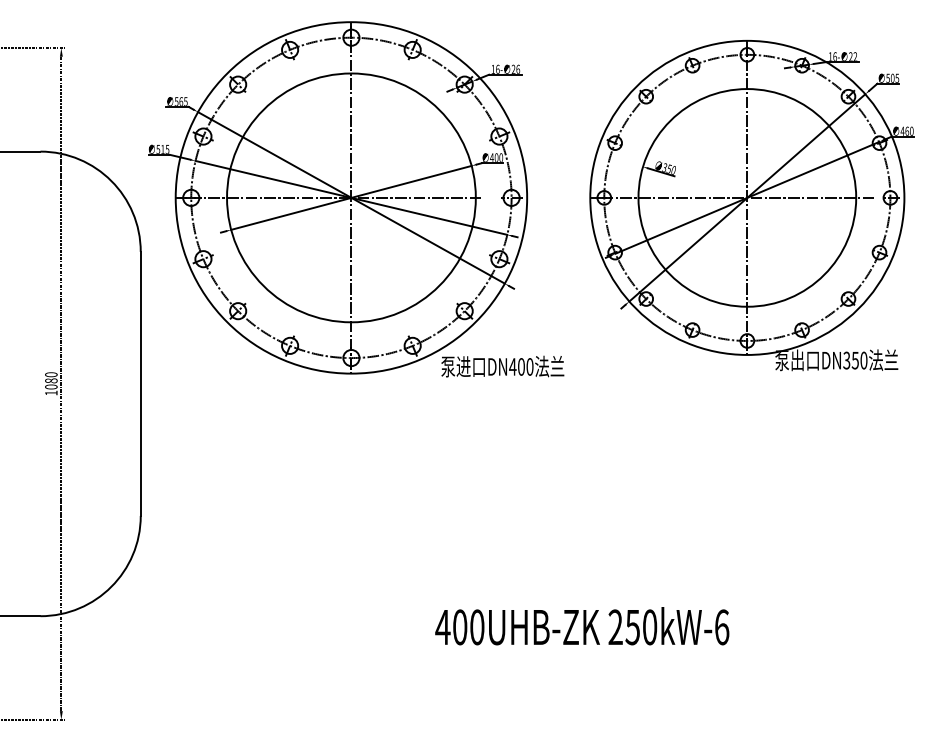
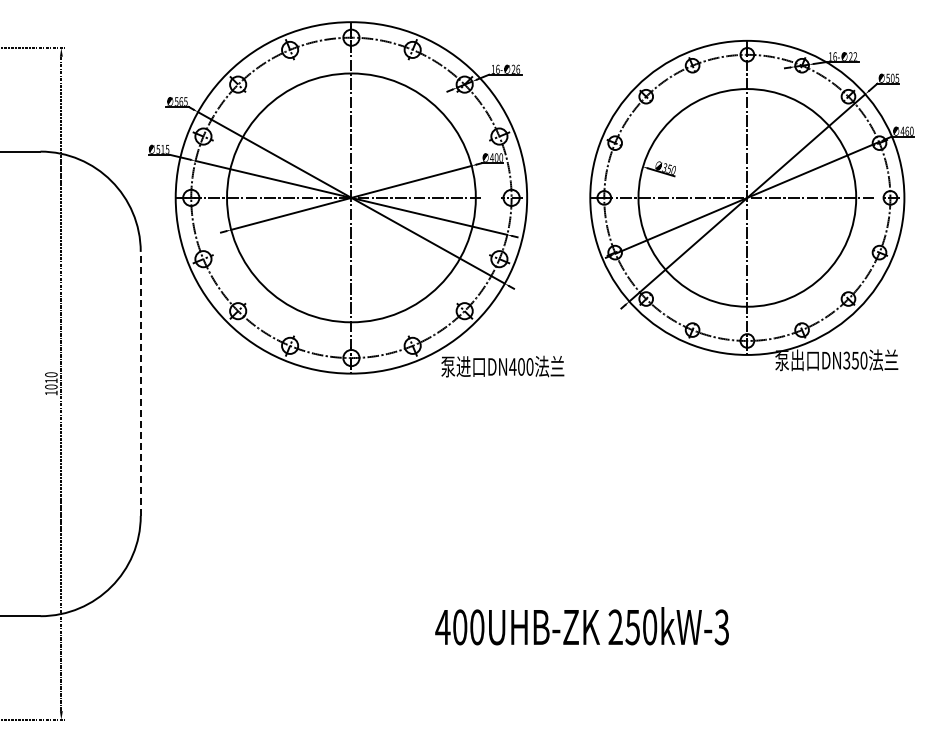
text at (51, 380): 1080 -> 1010
line at (140, 383): solid -> dashed
text at (721, 627): 250kW-6 -> 250kW-3
